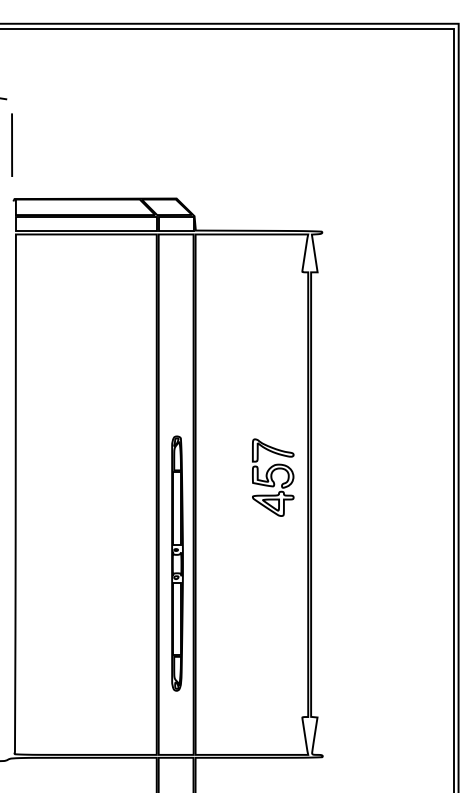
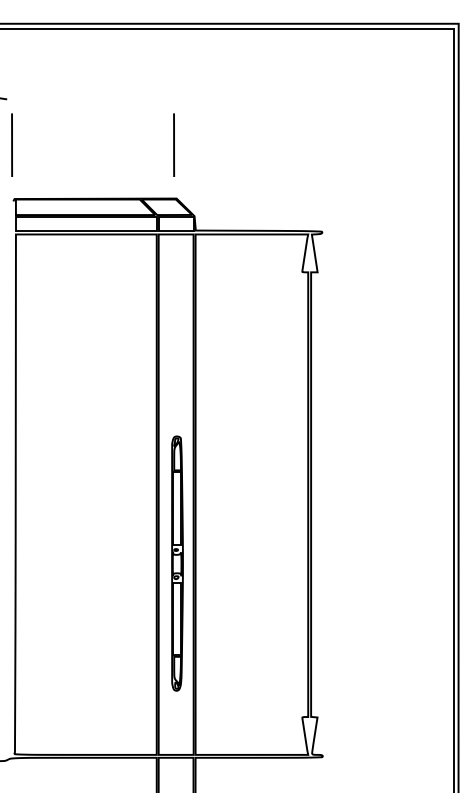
line at (173, 144): none -> present
part at (273, 477): present -> none
